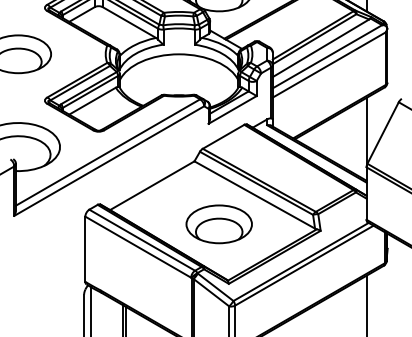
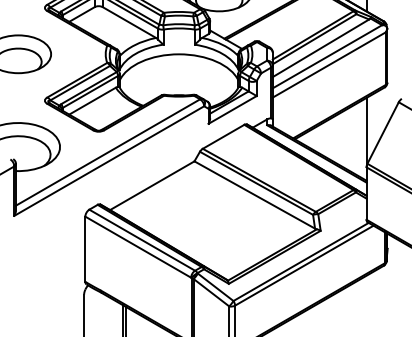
part at (218, 224): present -> none
line at (366, 304): present -> none
line at (90, 310): present -> none
